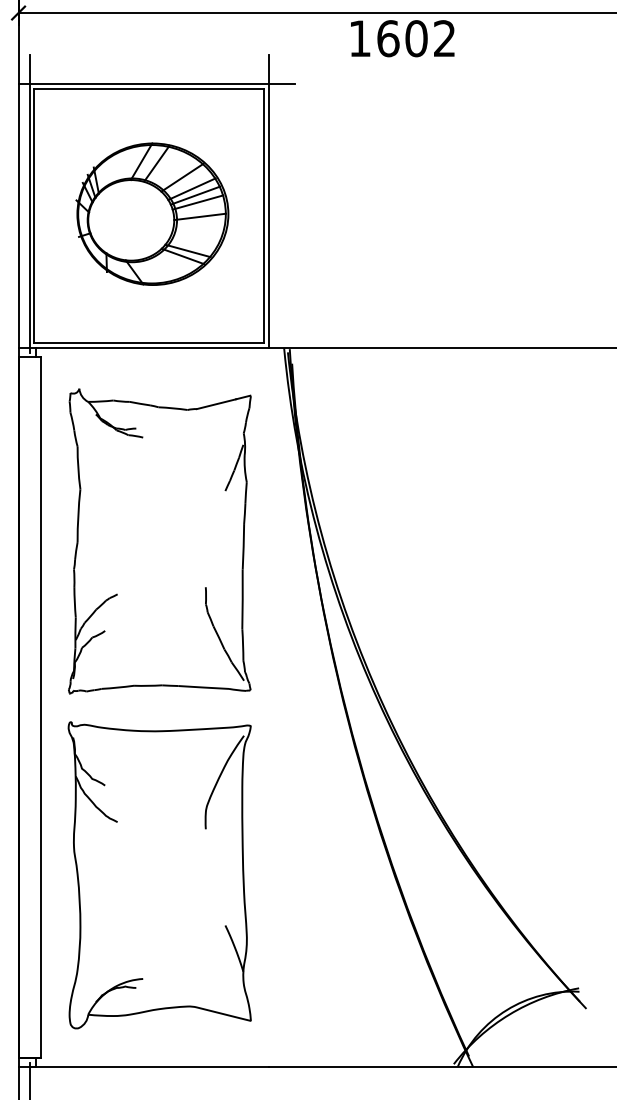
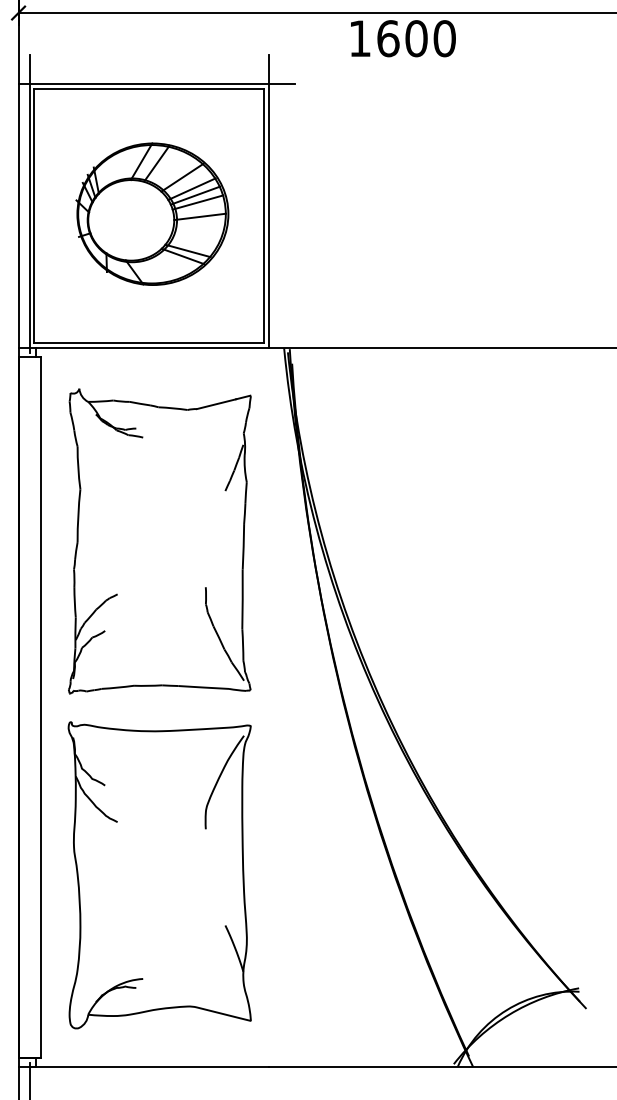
text at (444, 38): 1602 -> 1600
